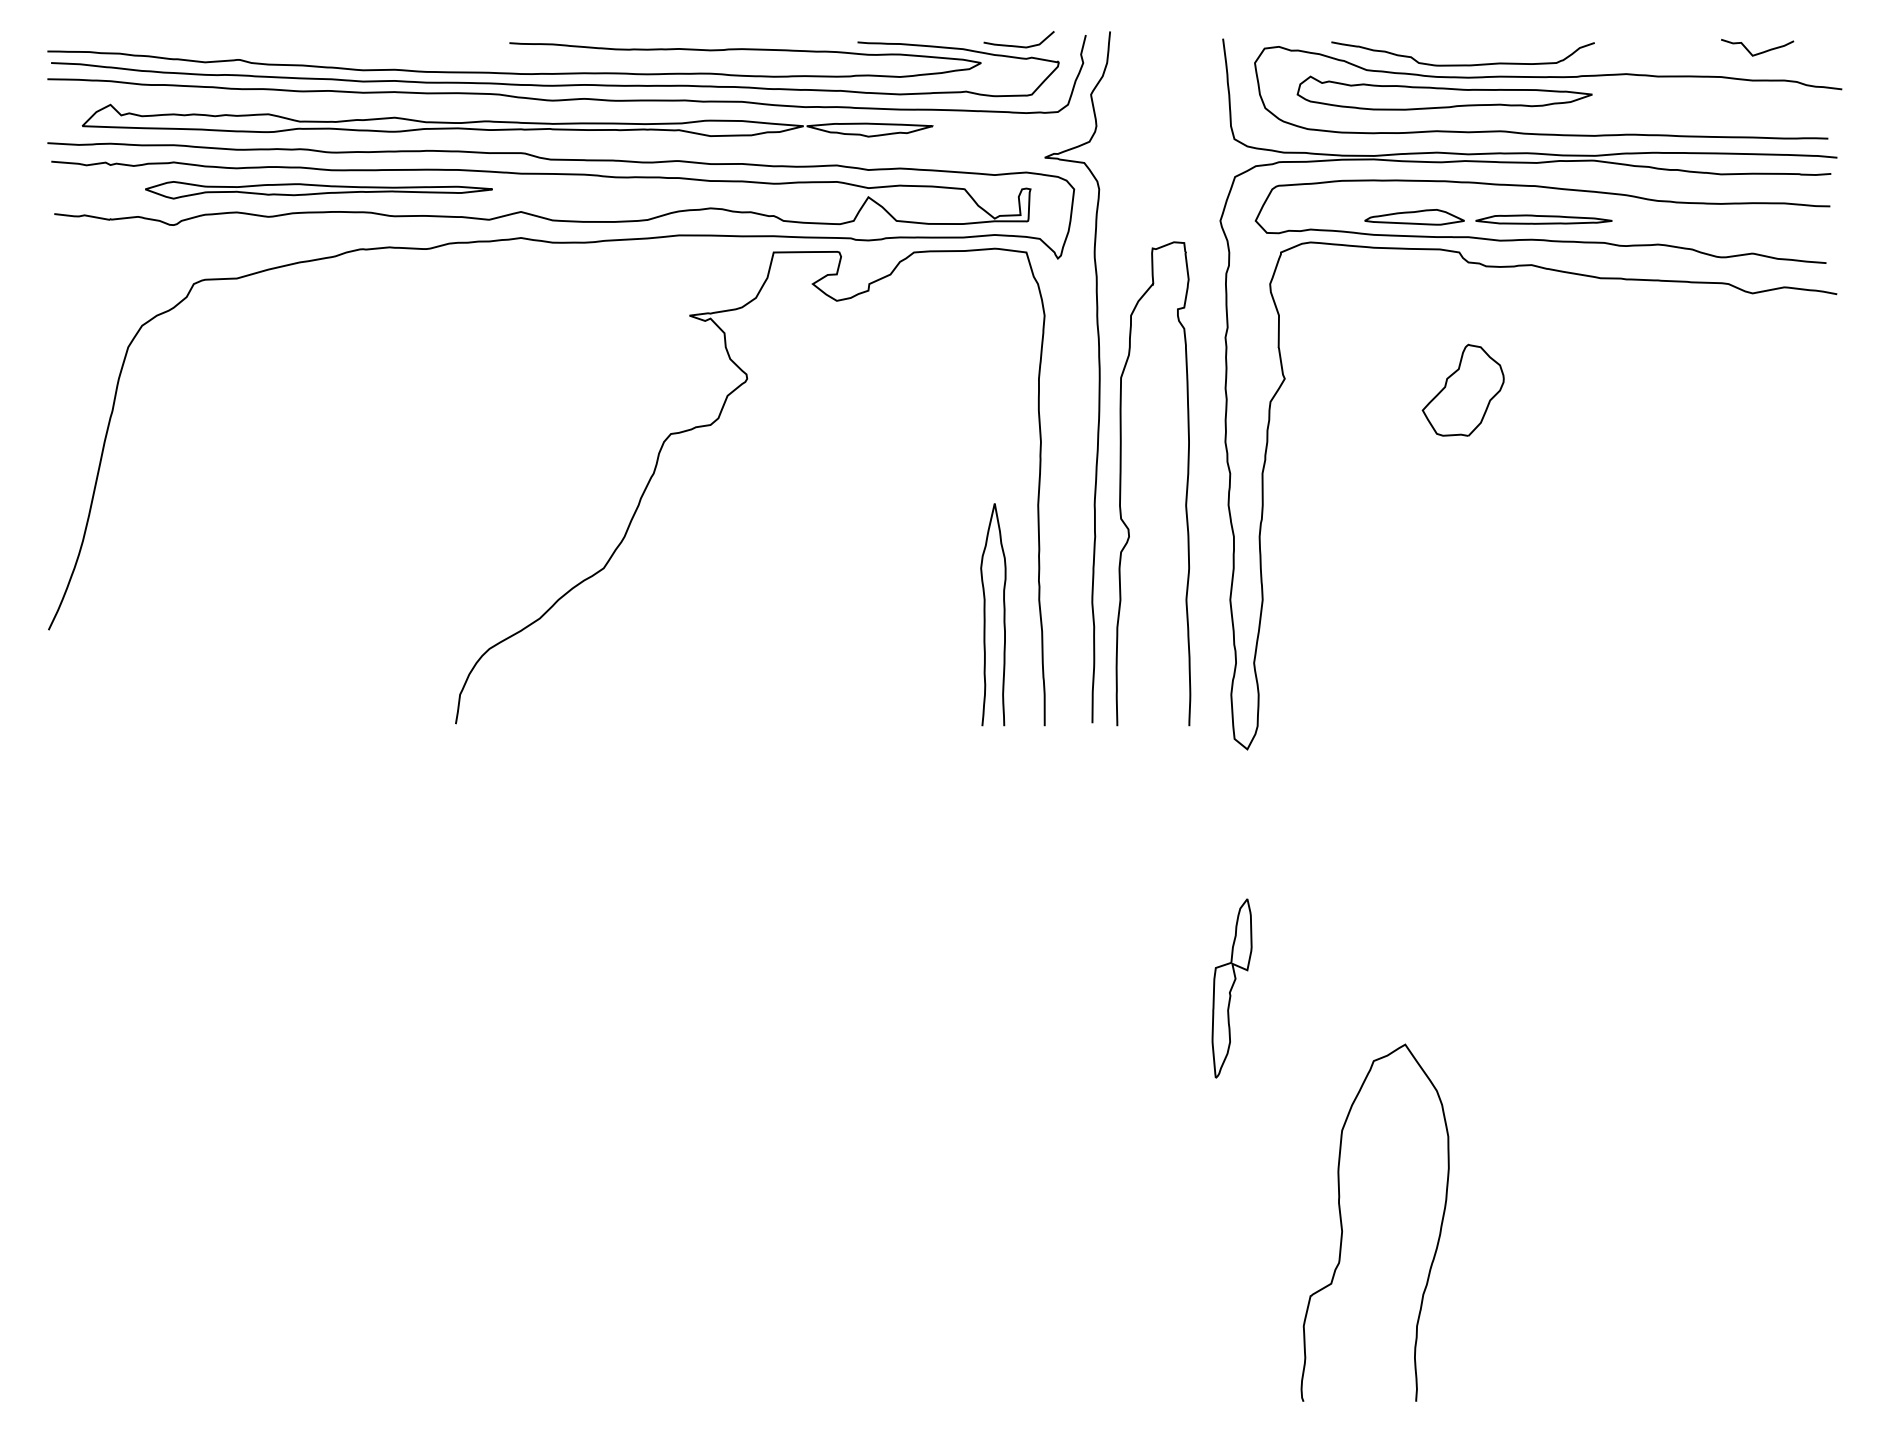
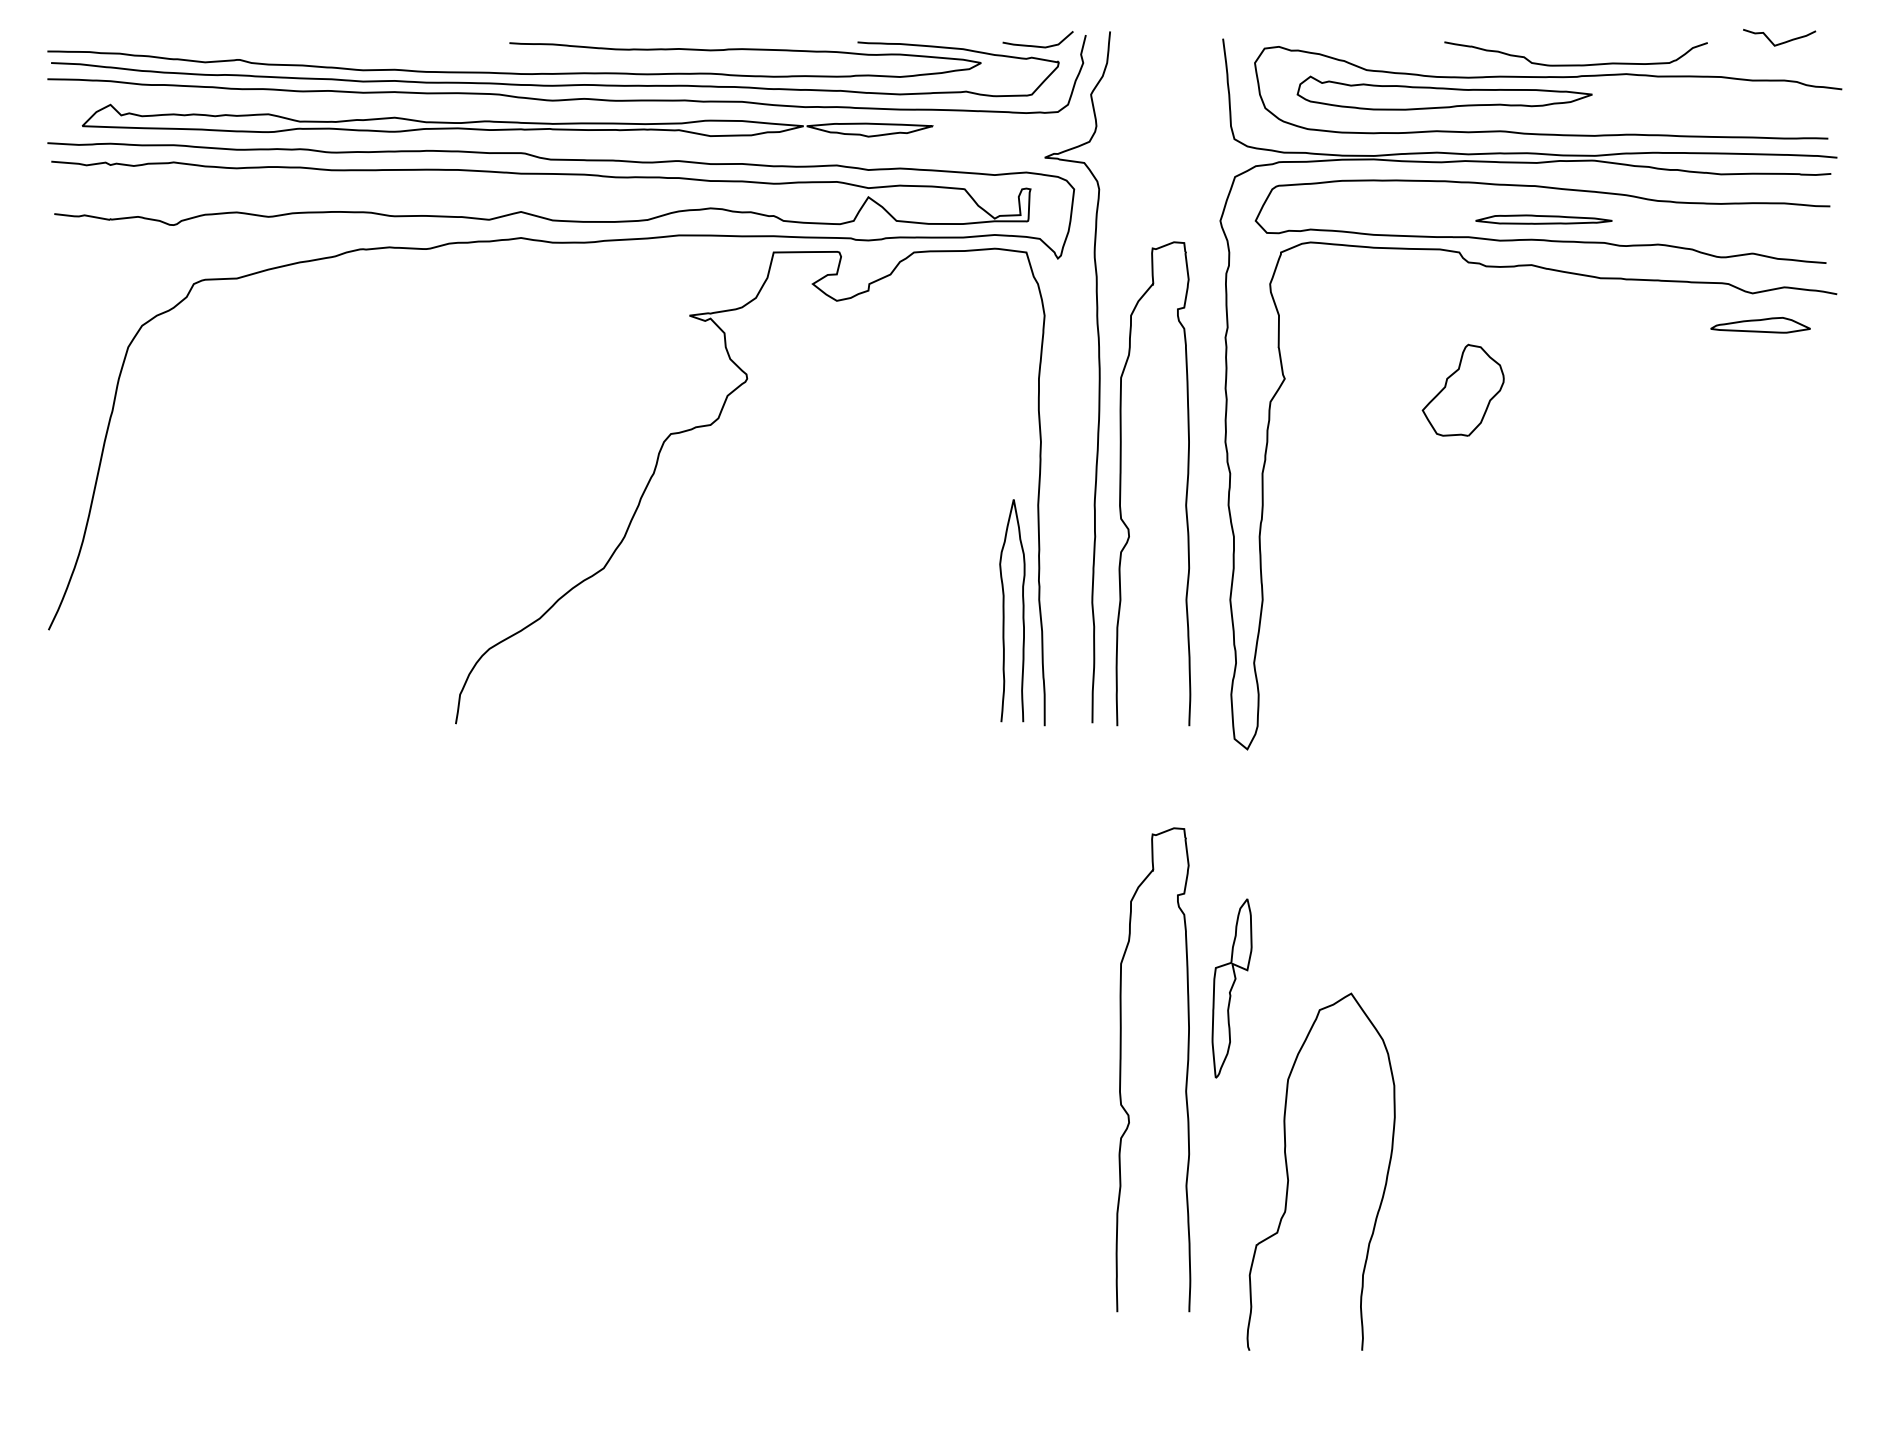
curve at (1018, 45) position: (1018, 45) -> (1037, 45)
curve at (1759, 52) position: (1759, 52) -> (1781, 42)
curve at (1462, 64) position: (1462, 64) -> (1575, 64)
part at (318, 190): present -> none
part at (1414, 217) position: (1414, 217) -> (1760, 325)
curve at (985, 614) position: (985, 614) -> (1004, 610)
curve at (1121, 1069): none -> present
curve at (1342, 1222) position: (1342, 1222) -> (1288, 1171)
